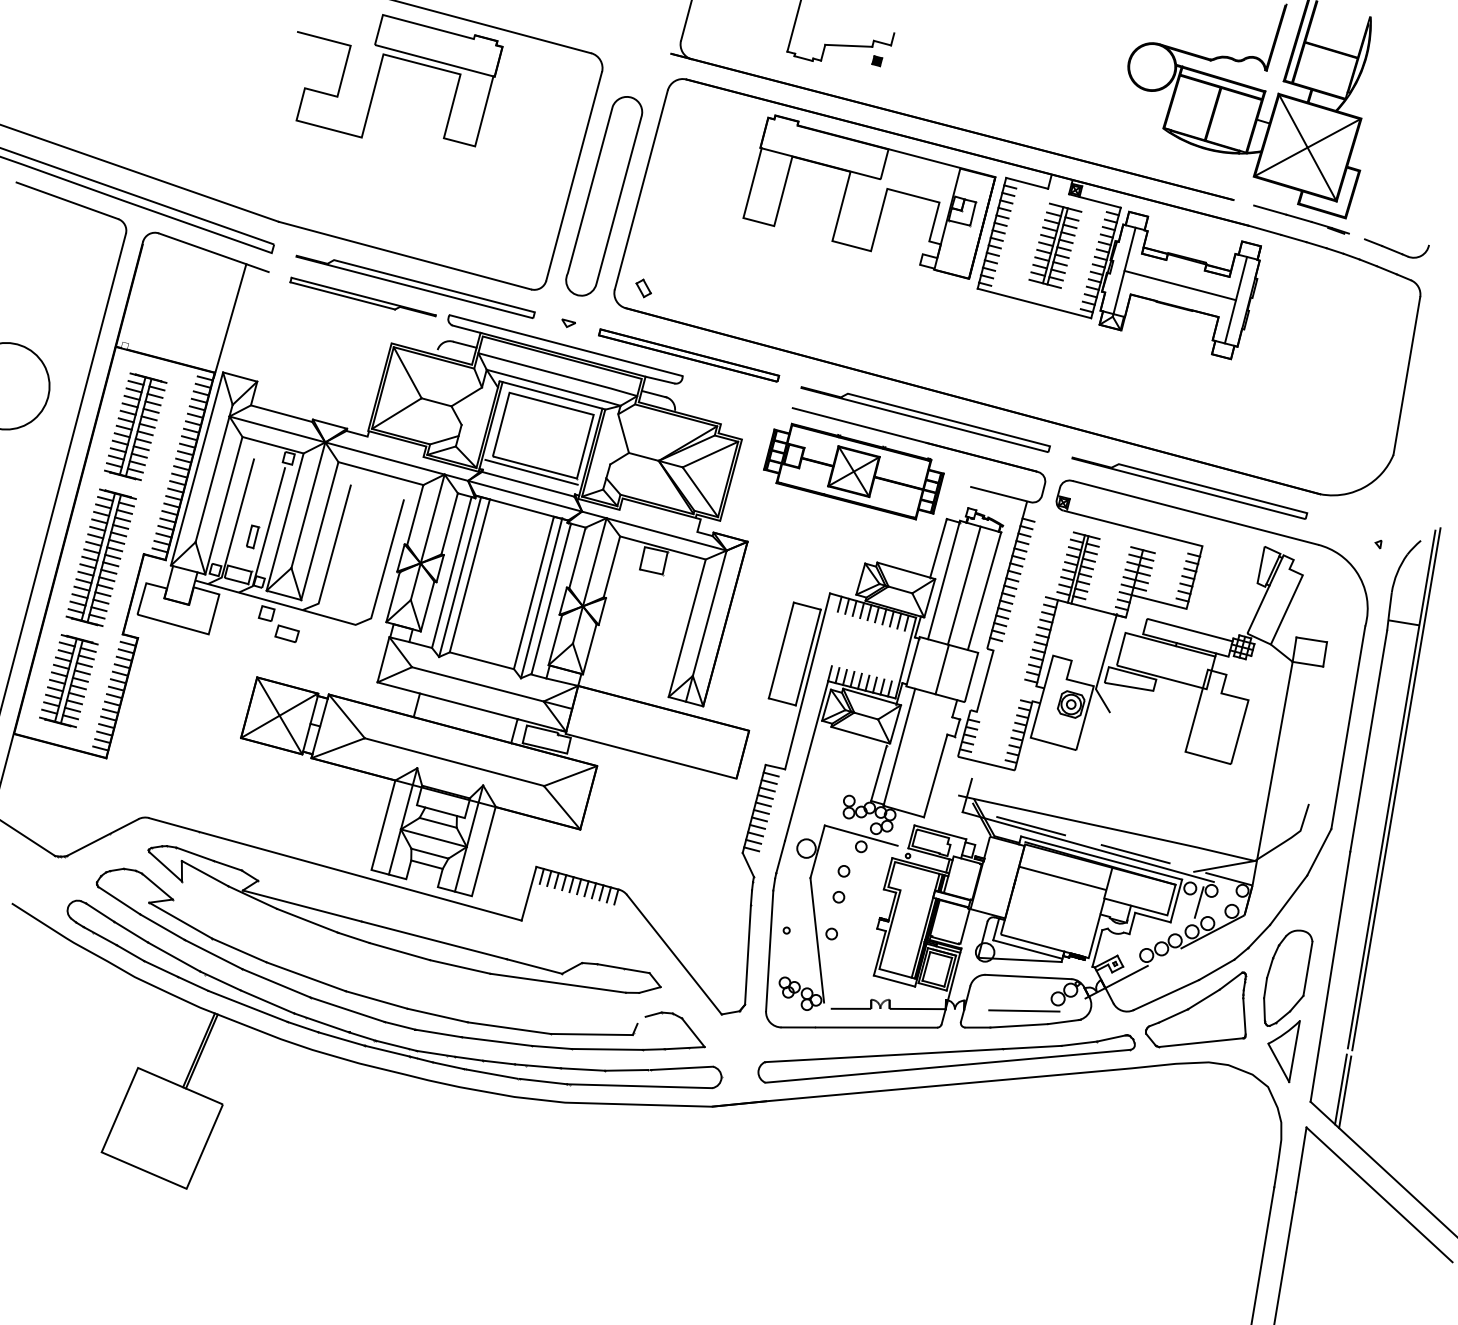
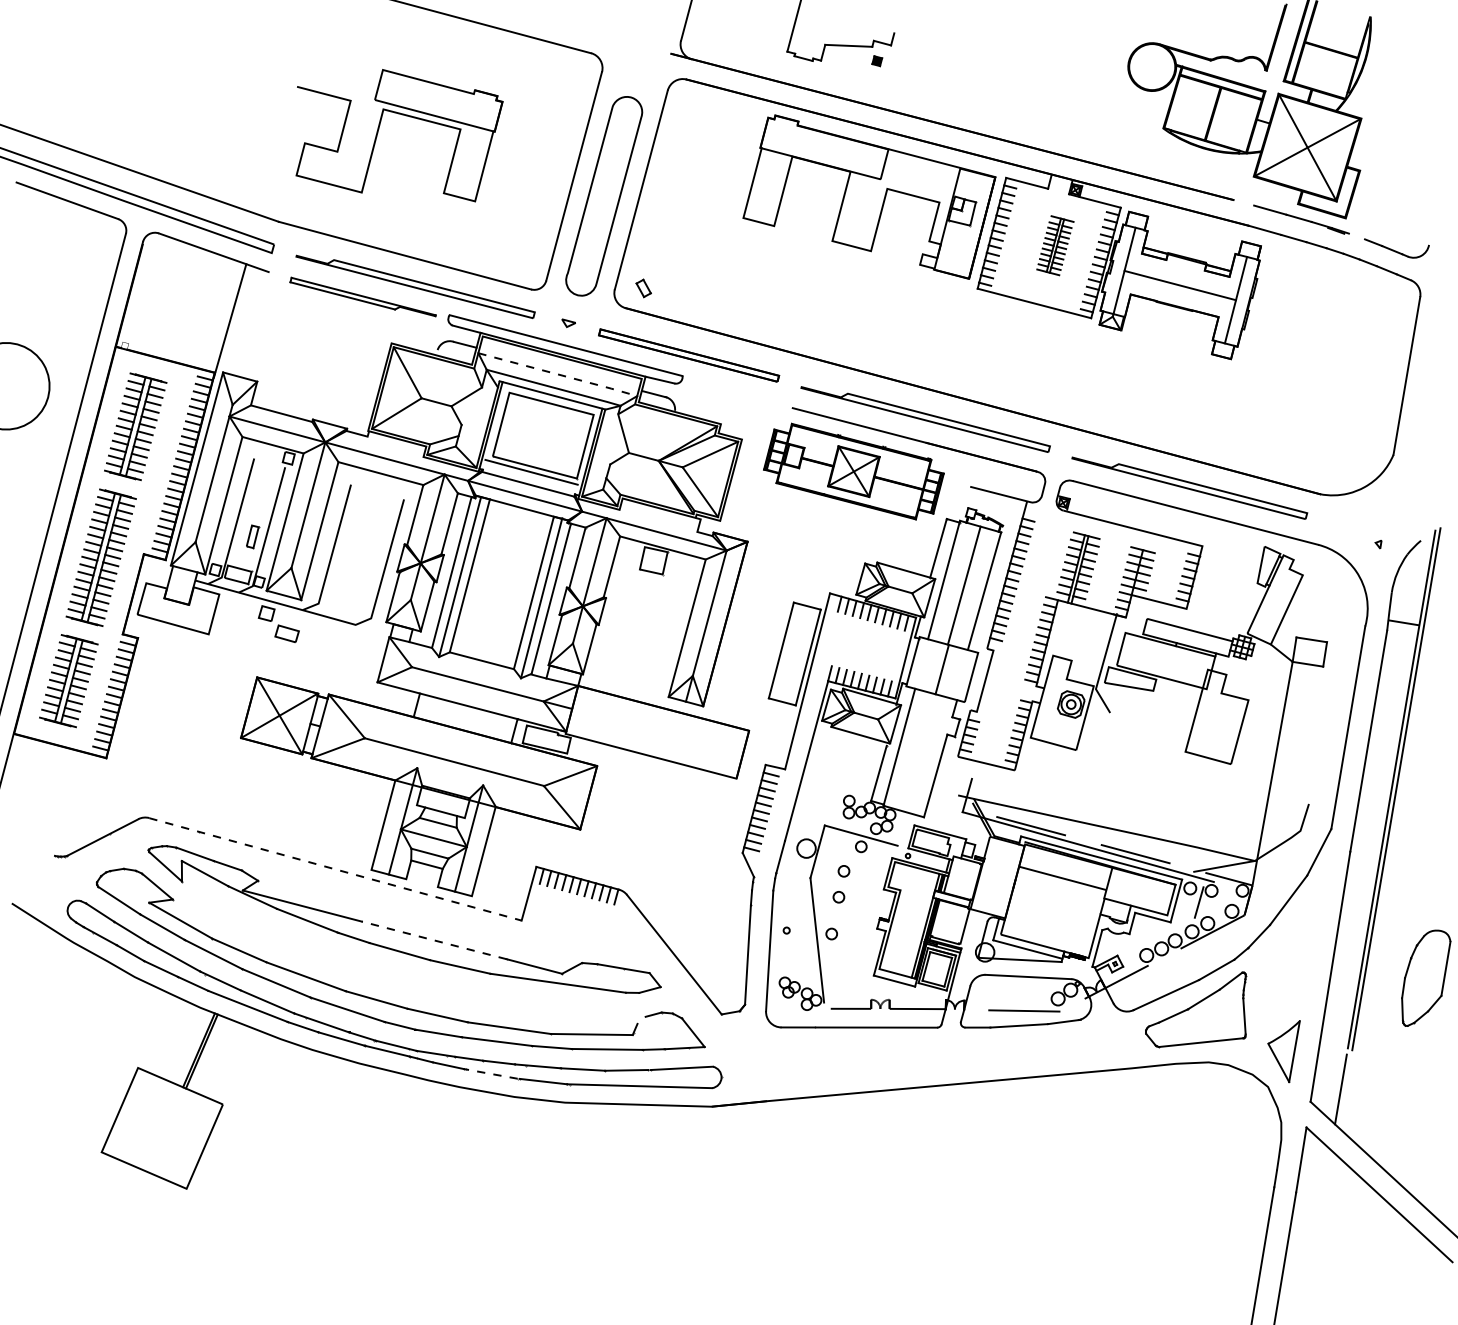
part at (402, 60) position: (402, 60) -> (402, 115)
part at (1055, 245) size: 55x87 px -> 39x62 px
line at (559, 374): solid -> dashed
line at (28, 838): present -> none
line at (336, 869): solid -> dashed
line at (434, 940): solid -> dashed
part at (1288, 977) position: (1288, 977) -> (1426, 977)
part at (946, 1058): present -> none
line at (490, 1073): solid -> dashed
line at (1345, 1092): present -> none
